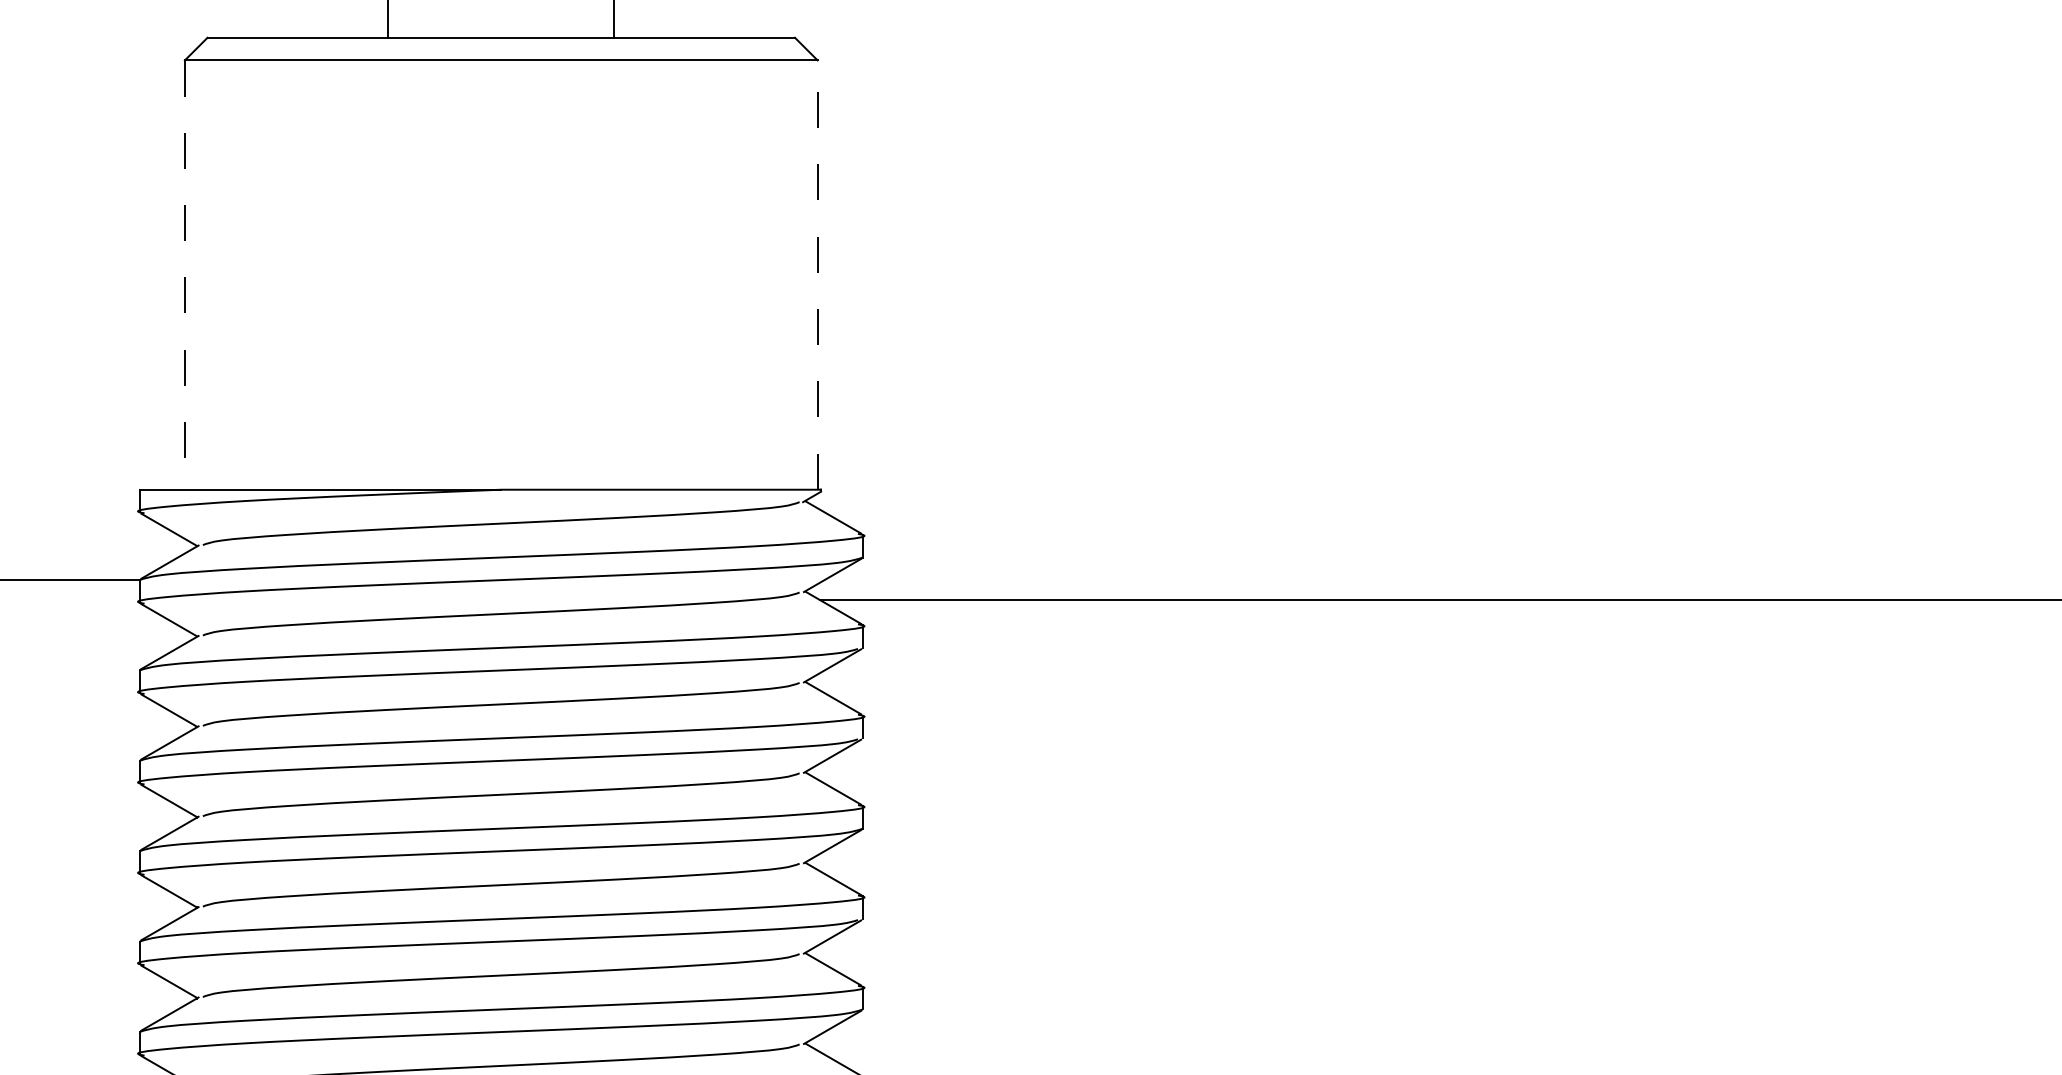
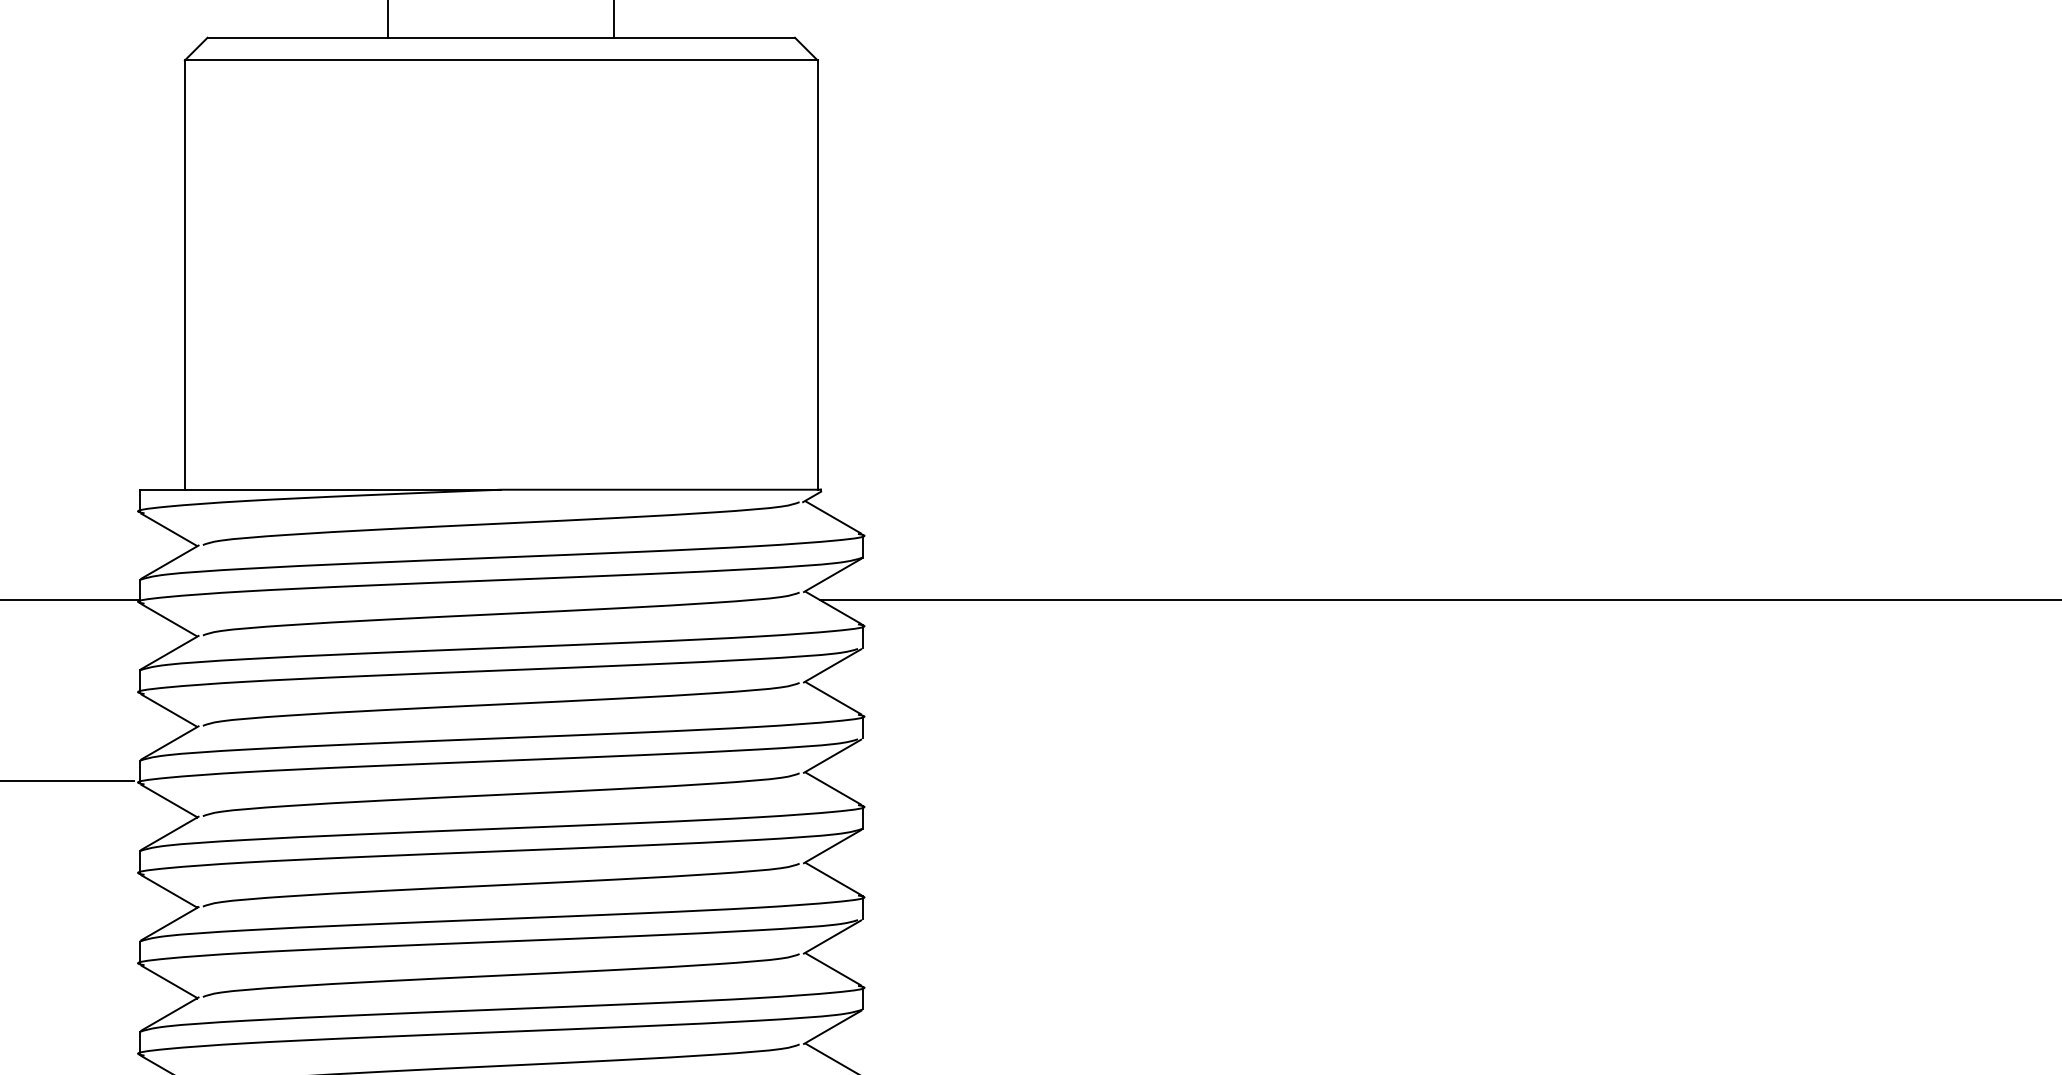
line at (184, 275): dashed -> solid
line at (817, 275): dashed -> solid
line at (70, 580) position: (70, 580) -> (70, 600)
line at (67, 780): none -> present
